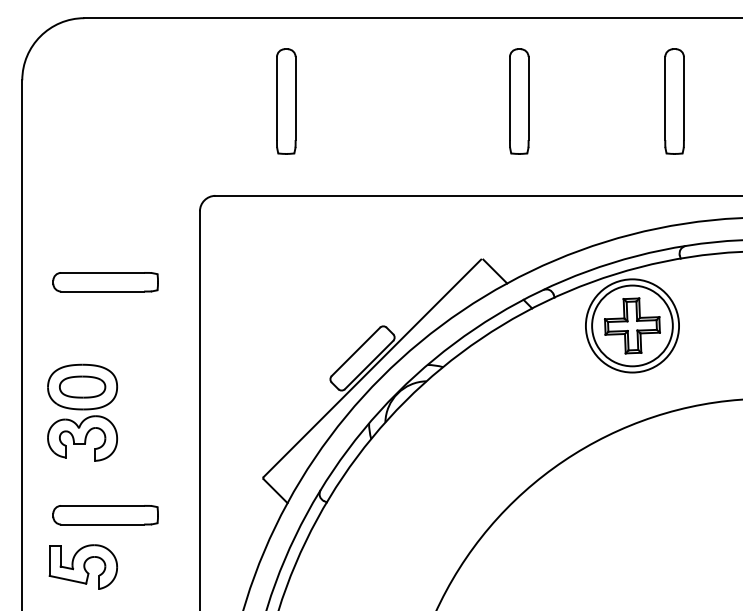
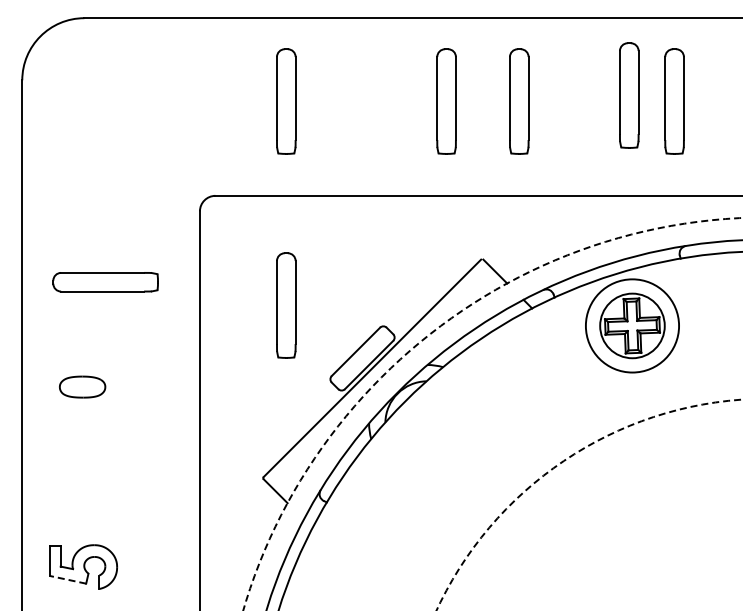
part at (629, 95): none -> present
part at (446, 101): none -> present
part at (286, 305): none -> present
circle at (632, 325) diameter: 81 px -> 65 px
part at (82, 412): present -> none
circle at (492, 414): solid -> dashed
arc at (560, 463): solid -> dashed
part at (105, 515): present -> none
line at (67, 579): solid -> dashed
